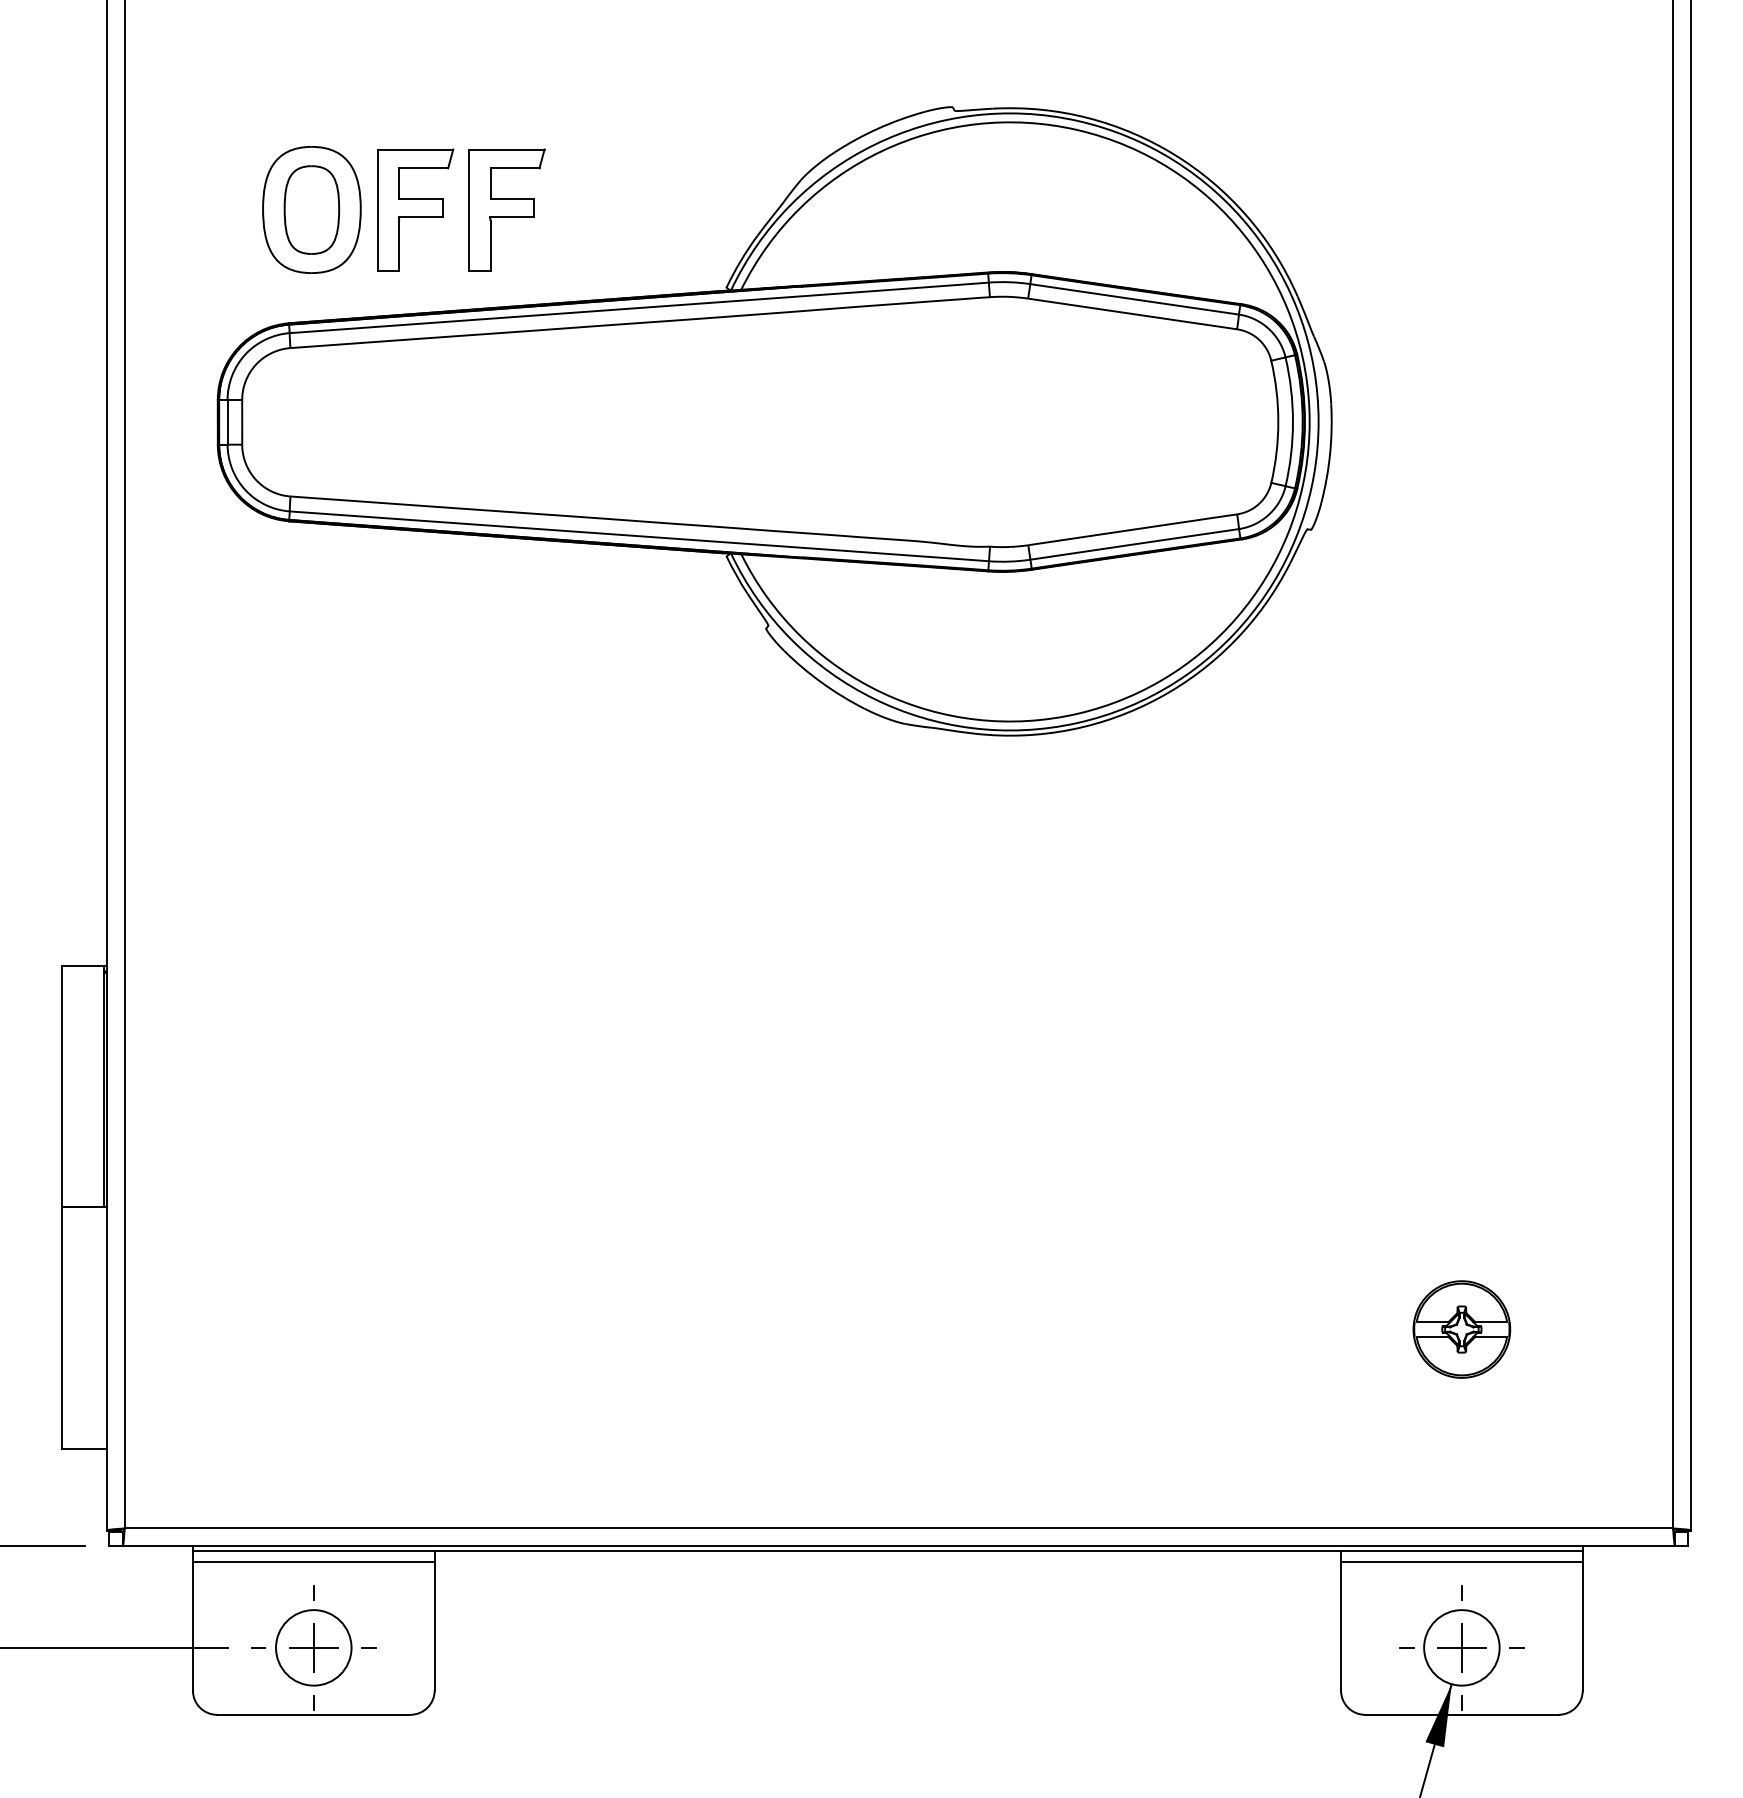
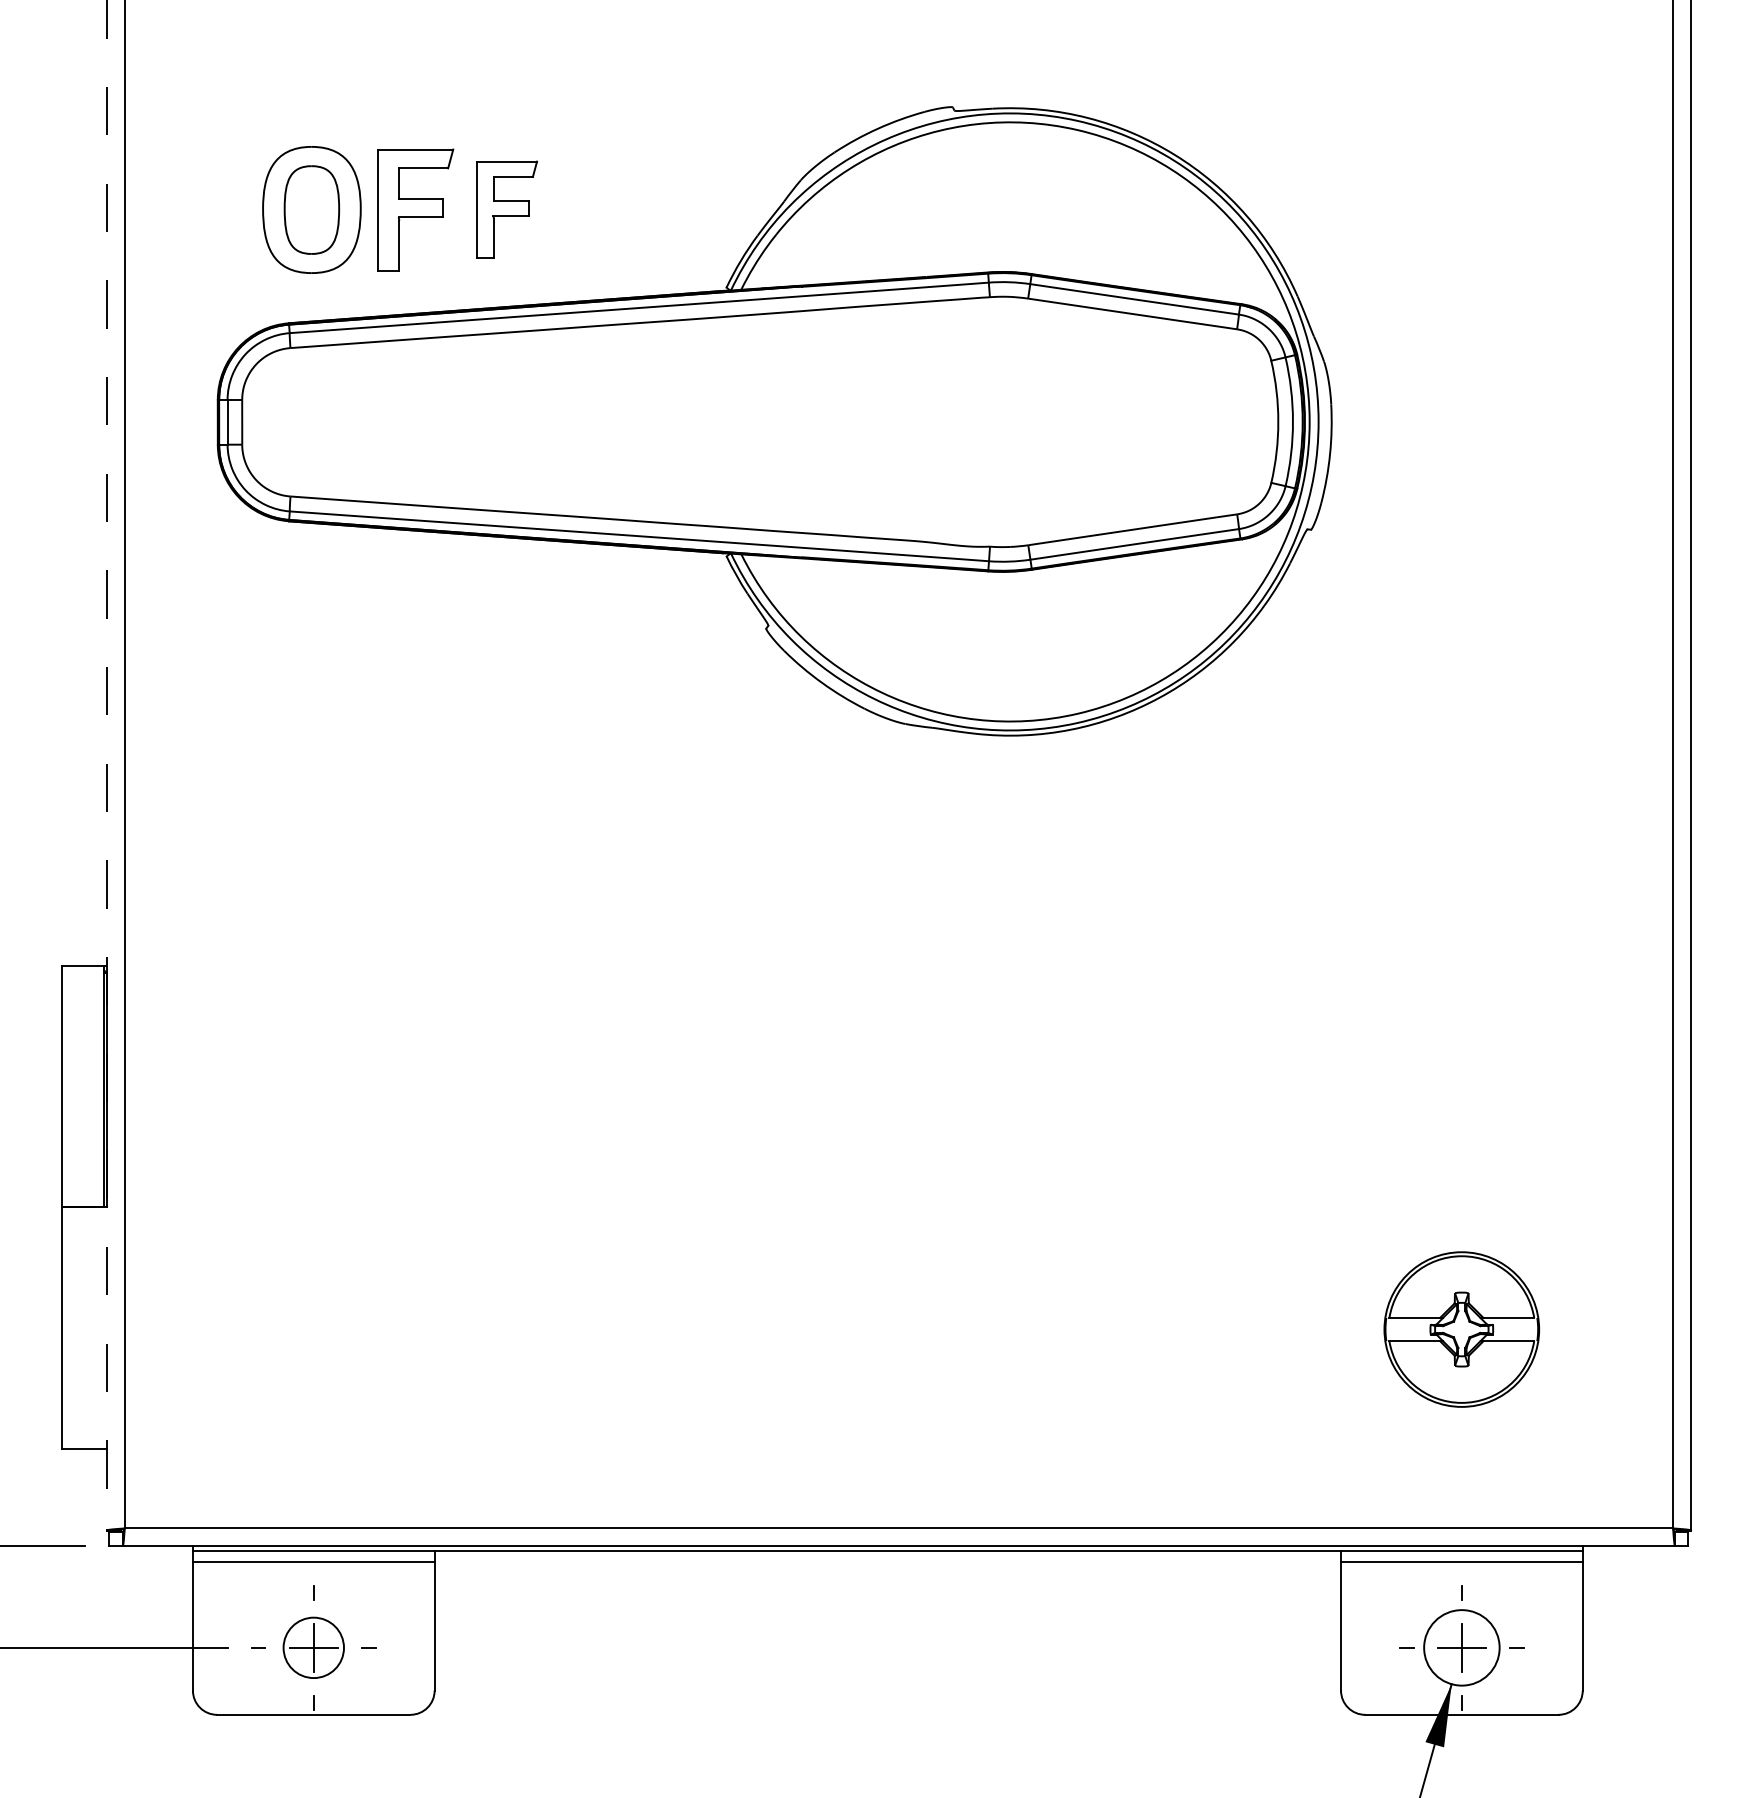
part at (506, 209) size: 78x124 px -> 62x99 px
line at (107, 765): solid -> dashed
part at (1461, 1329) size: 100x99 px -> 158x157 px
circle at (313, 1647) diameter: 76 px -> 60 px
